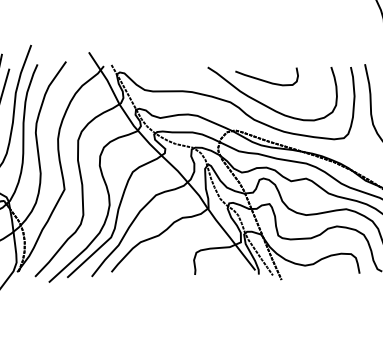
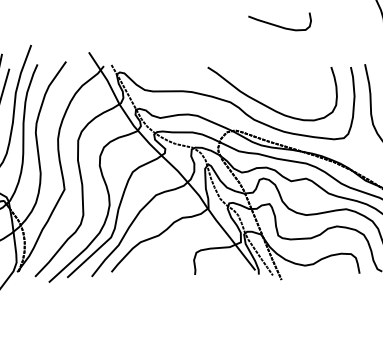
curve at (266, 80) position: (266, 80) -> (279, 25)
